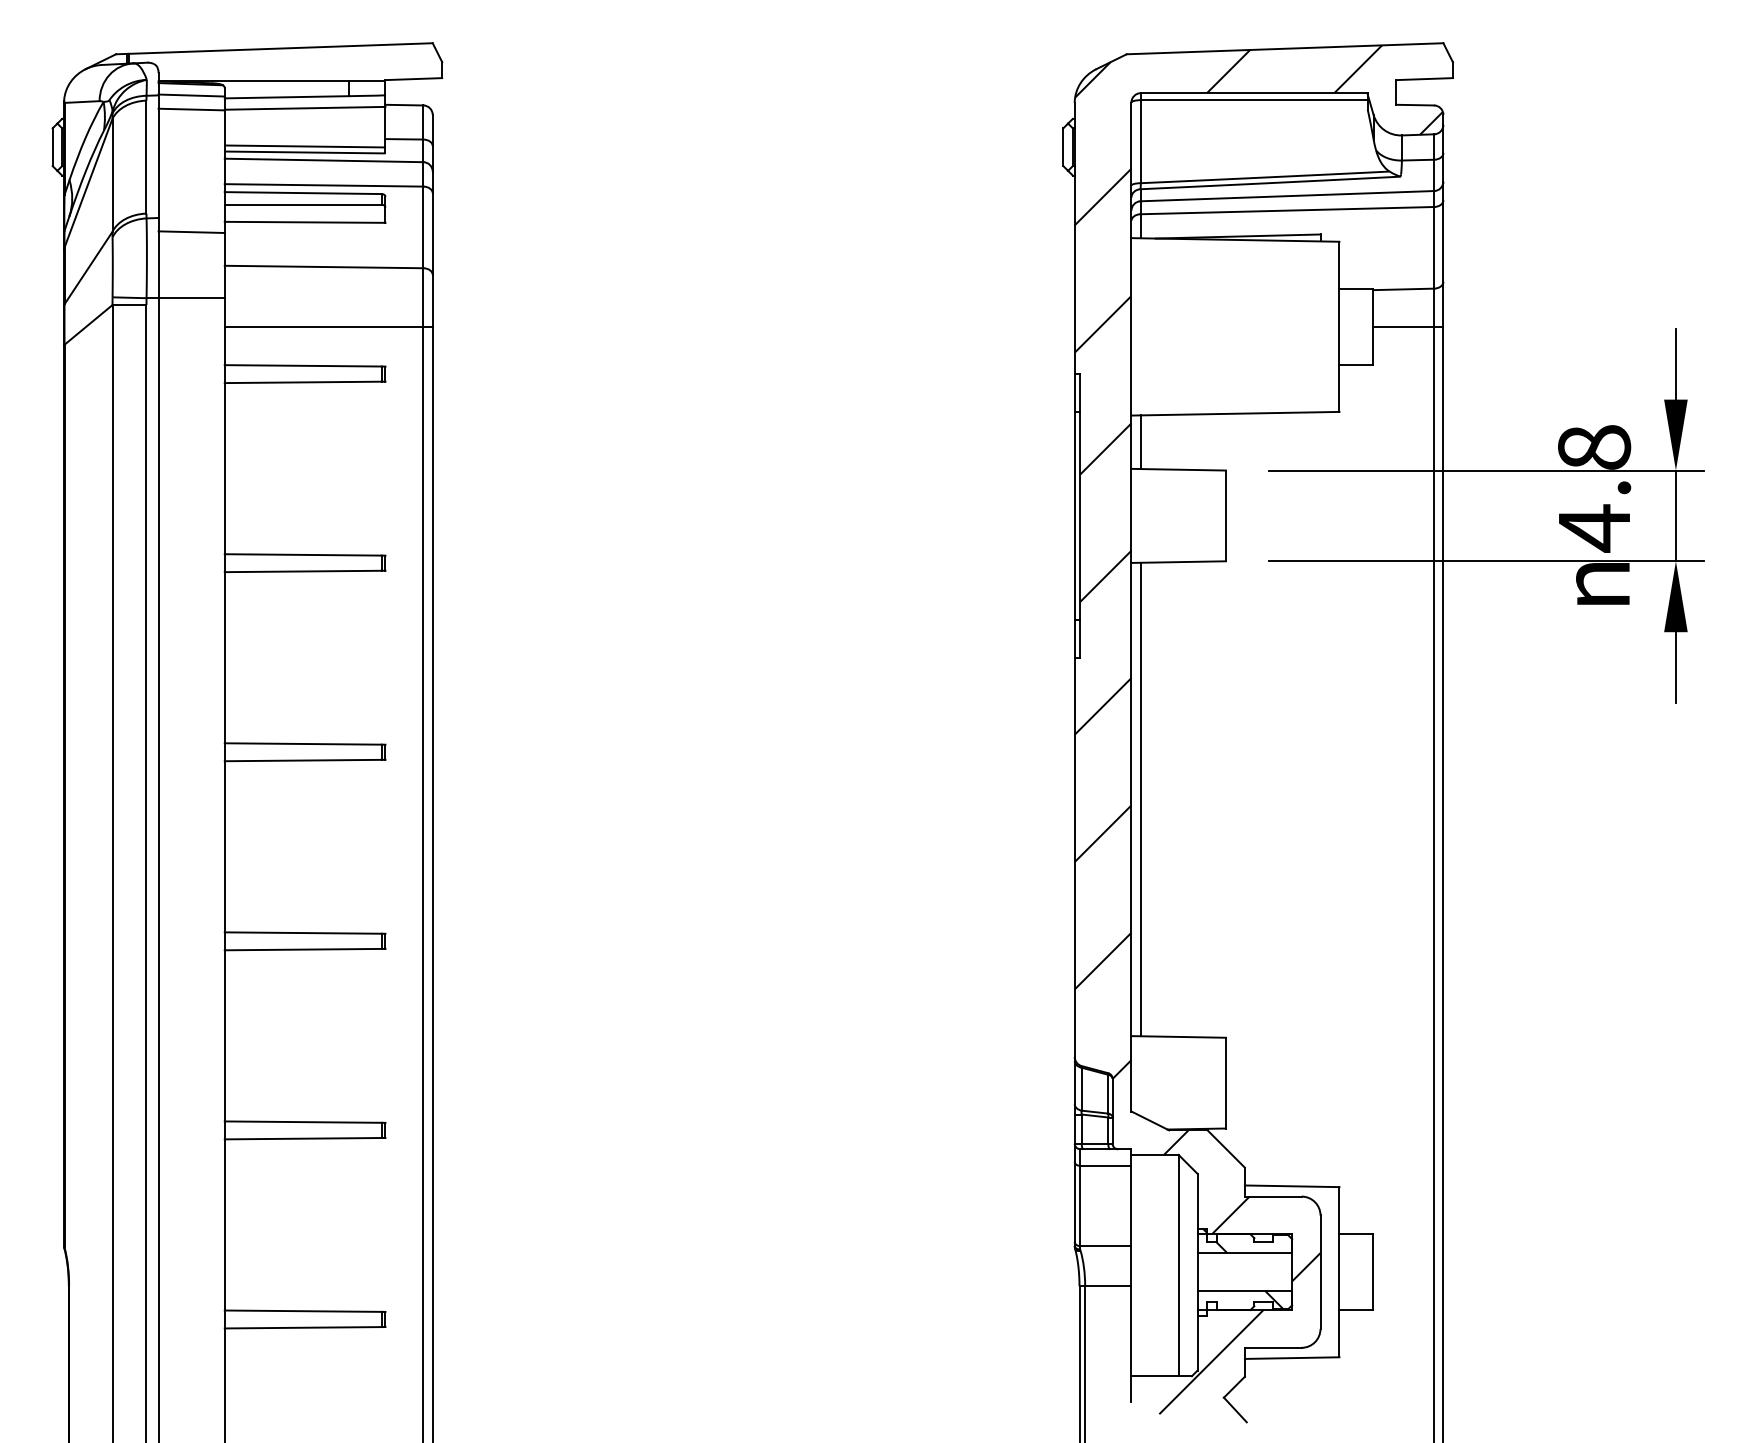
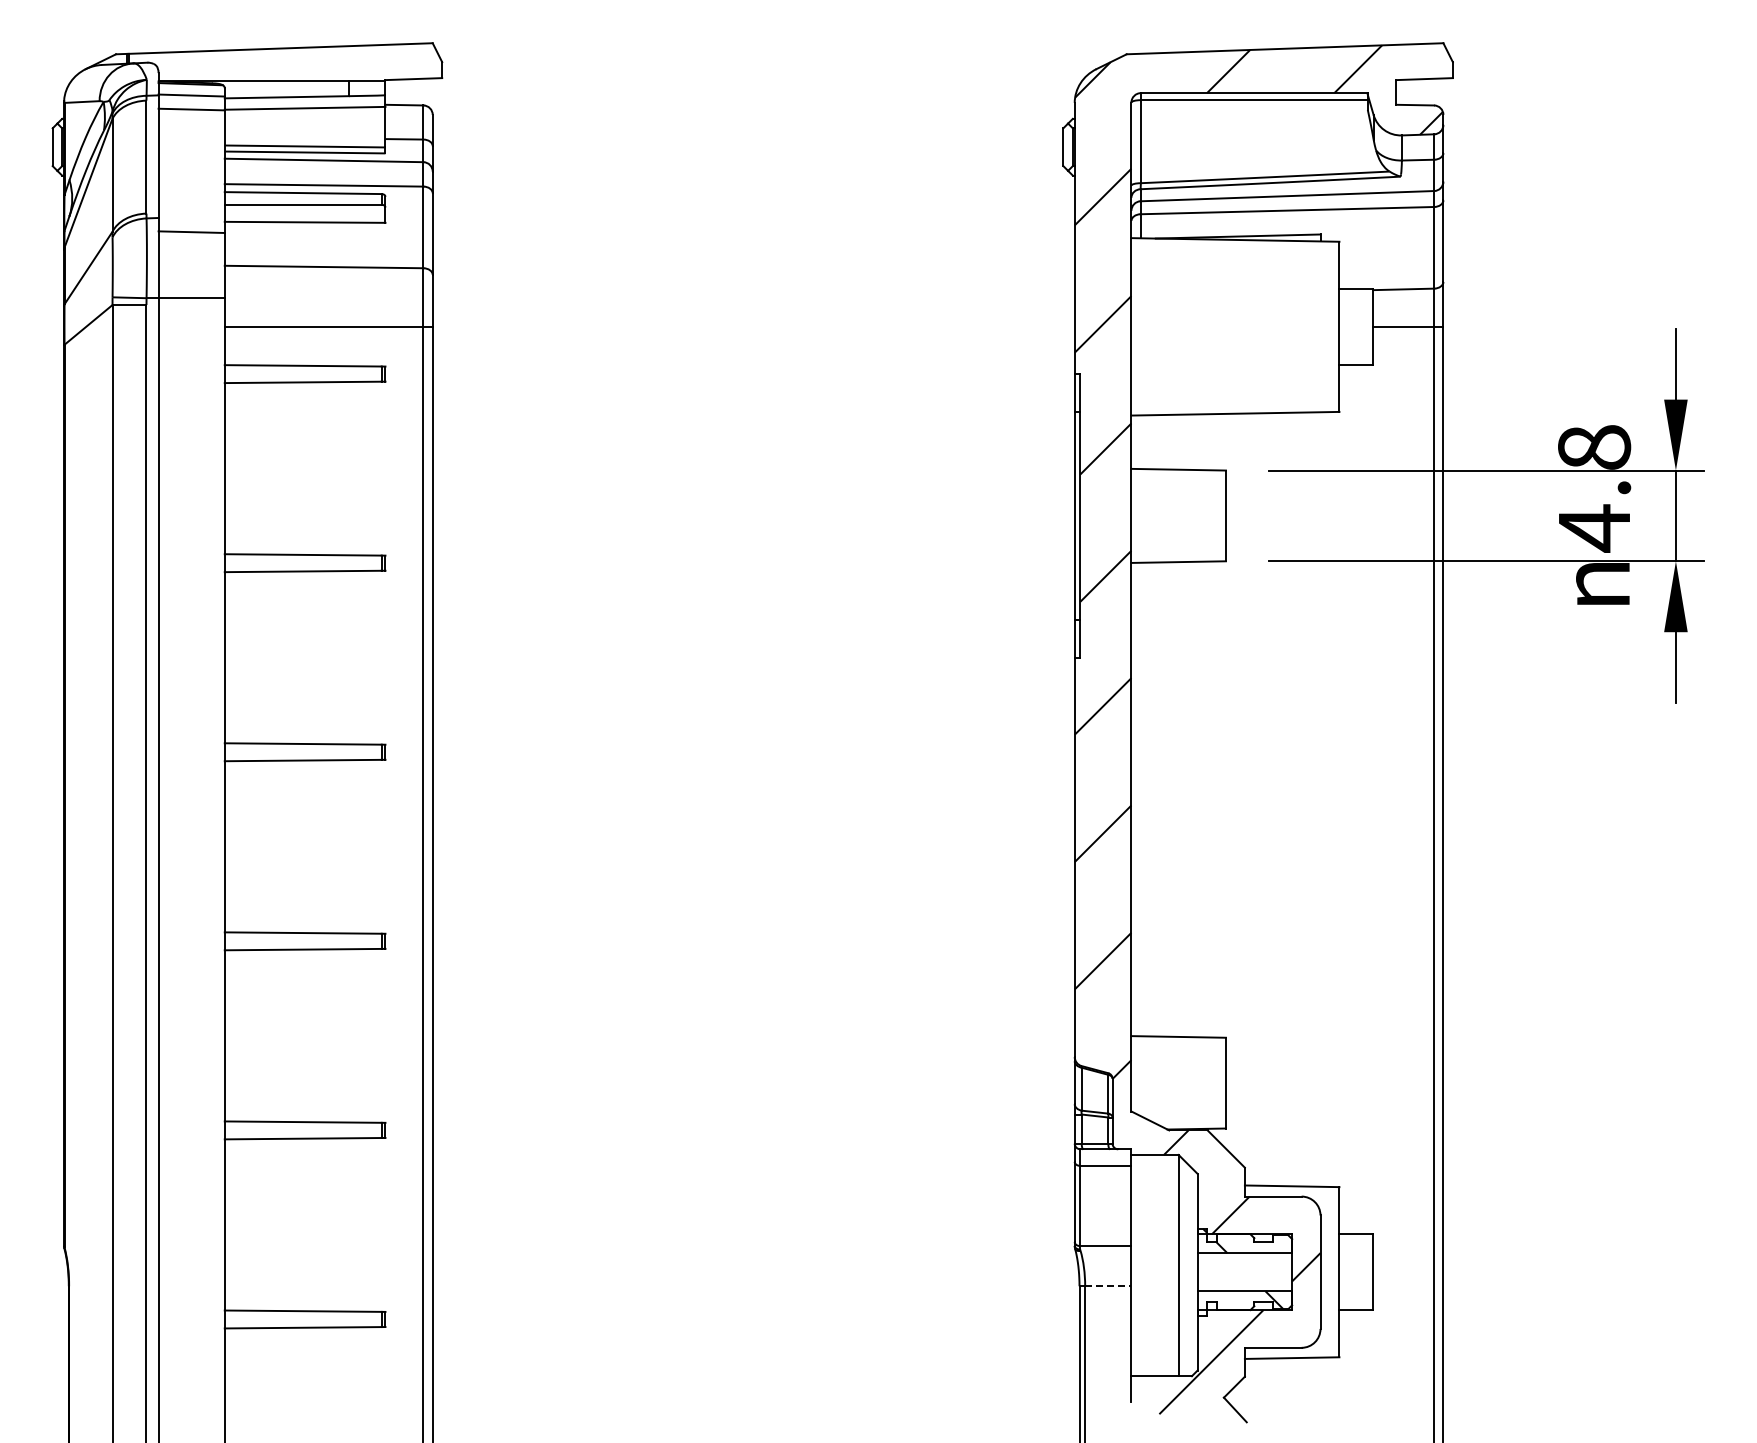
line at (1140, 442): present -> none
line at (1140, 799): present -> none
line at (1108, 1286): solid -> dashed
